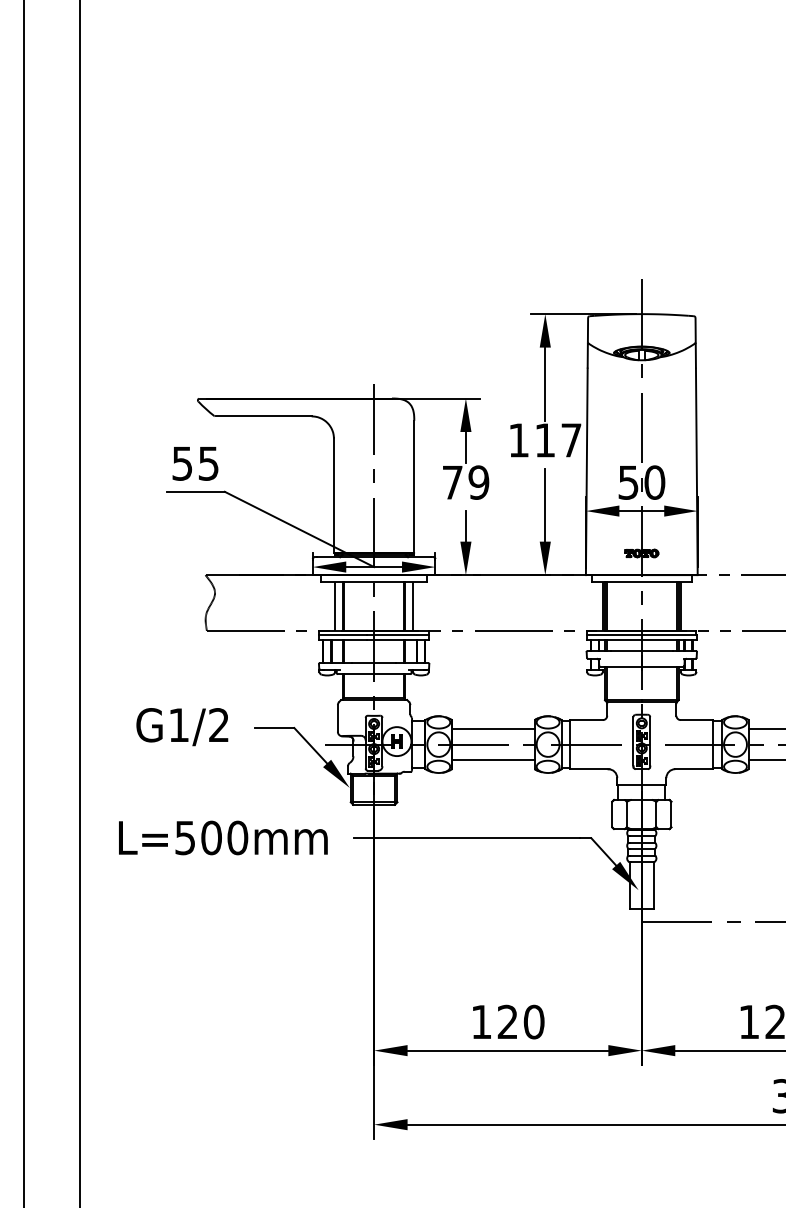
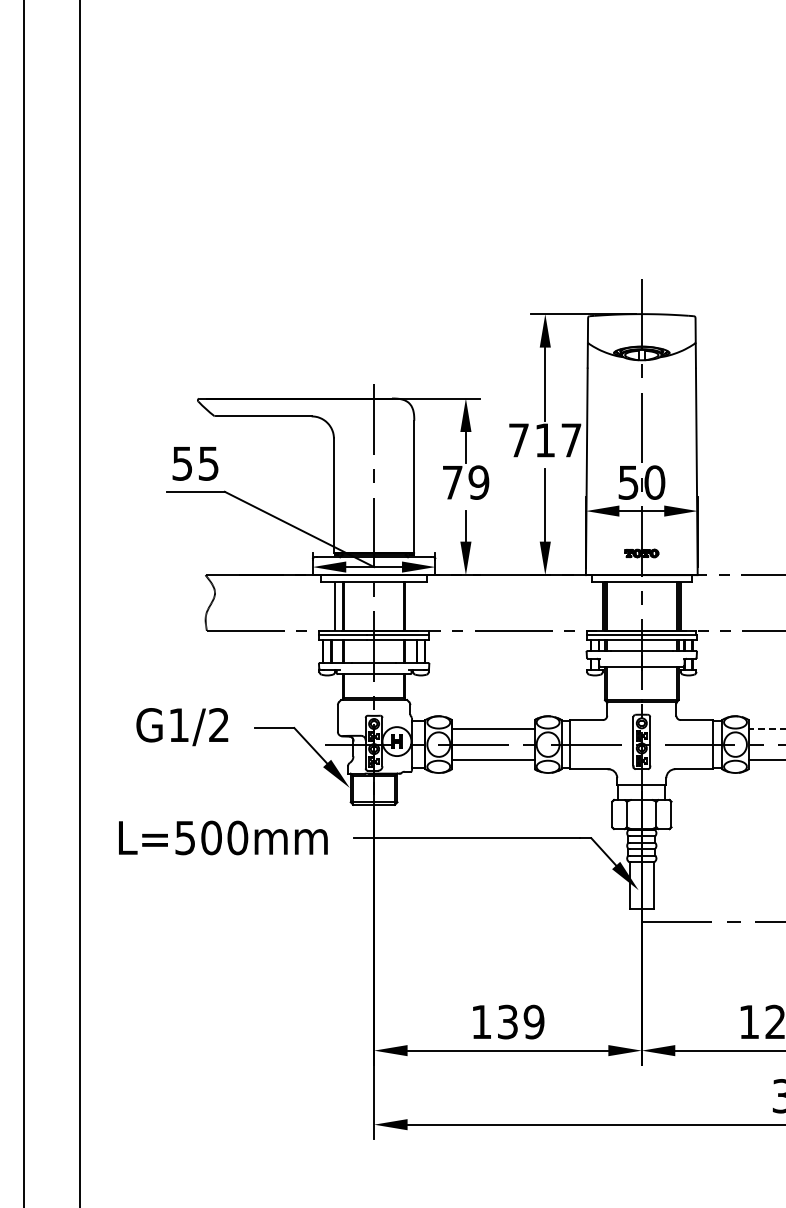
text at (518, 440): 117 -> 717
line at (413, 605): present -> none
line at (766, 729): solid -> dashed
text at (520, 1022): 120 -> 139
